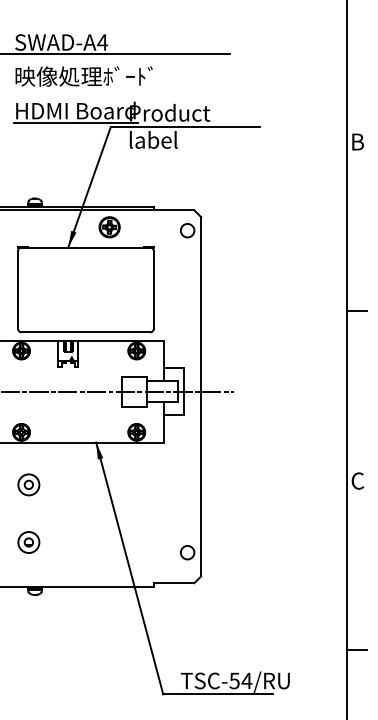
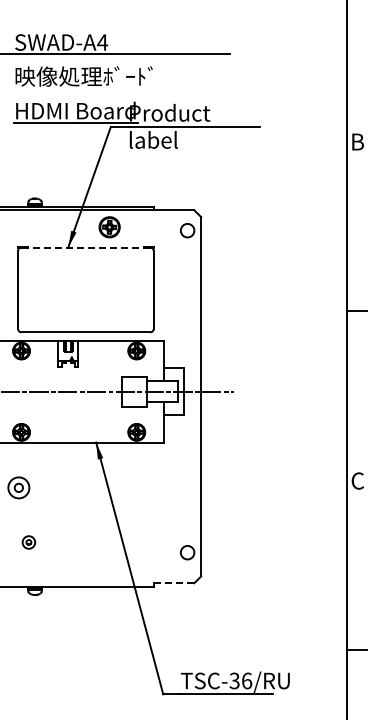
line at (86, 247): solid -> dashed
part at (28, 484) position: (28, 484) -> (18, 487)
part at (28, 542) size: 24x23 px -> 16x15 px
line at (174, 583): solid -> dashed
text at (241, 680): TSC-54/RU -> TSC-36/RU
